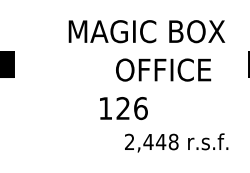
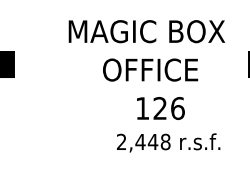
text at (163, 69) position: (163, 69) -> (150, 69)
text at (123, 108) position: (123, 108) -> (160, 108)
text at (176, 142) position: (176, 142) -> (168, 142)
